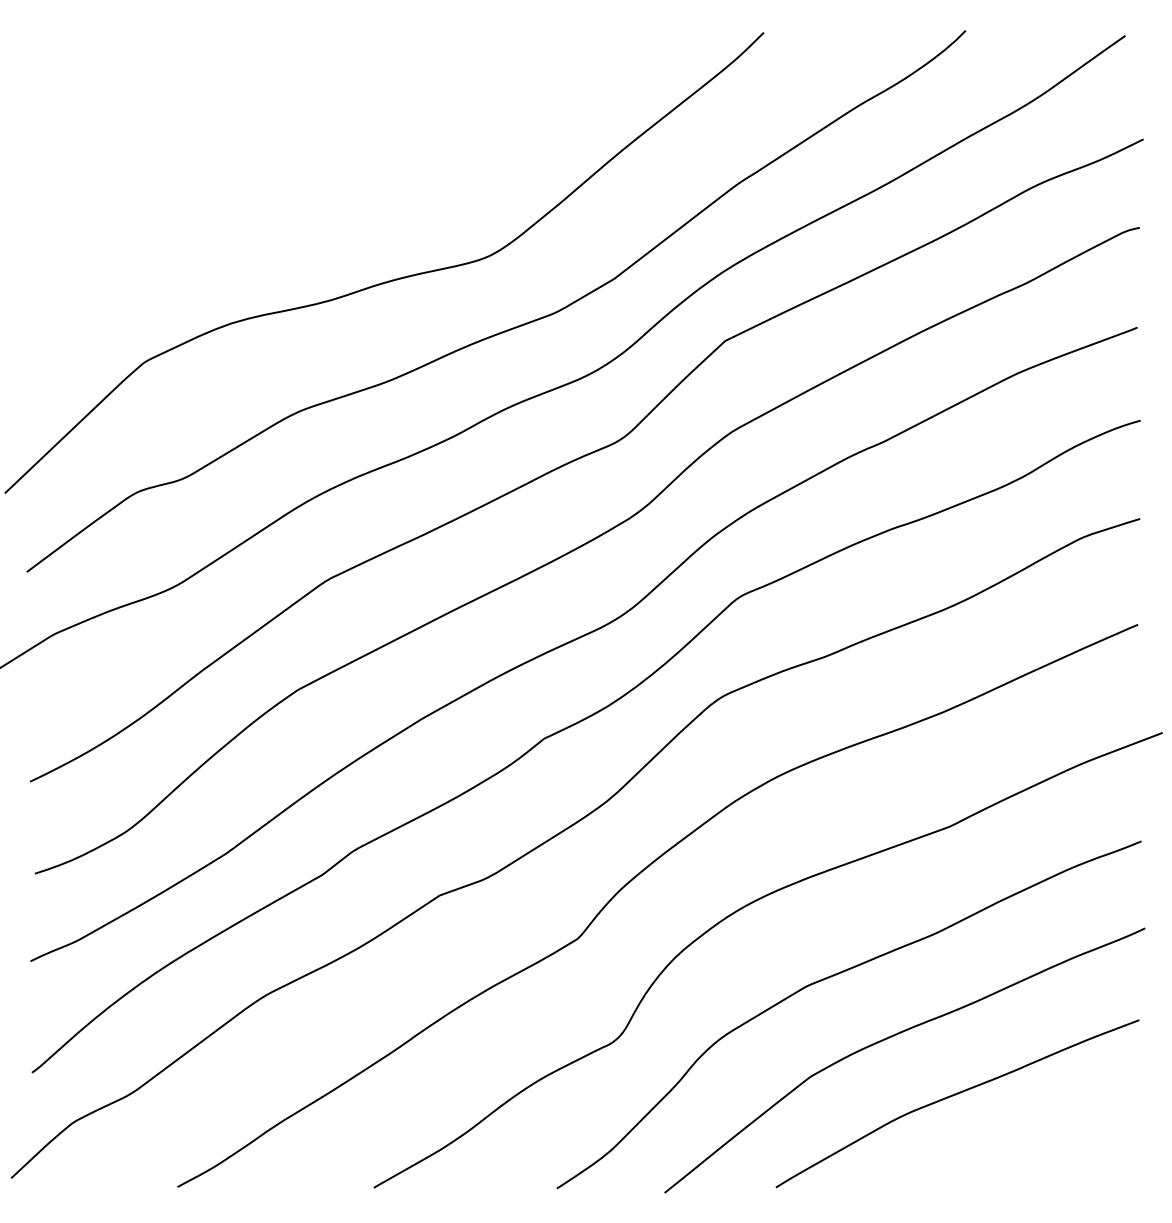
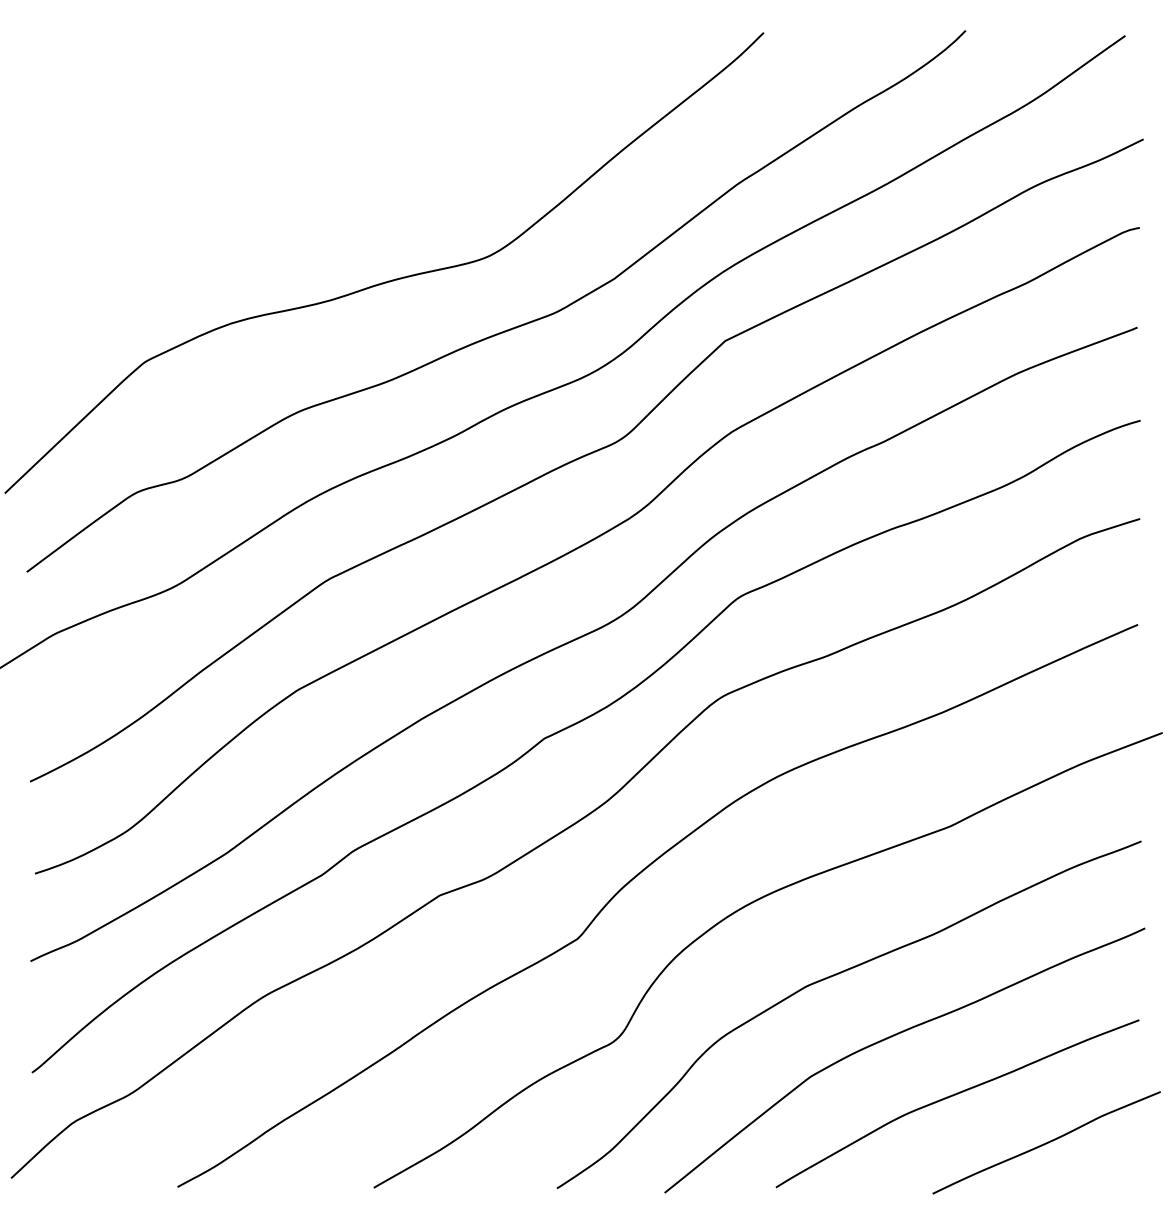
curve at (1046, 1142): none -> present
